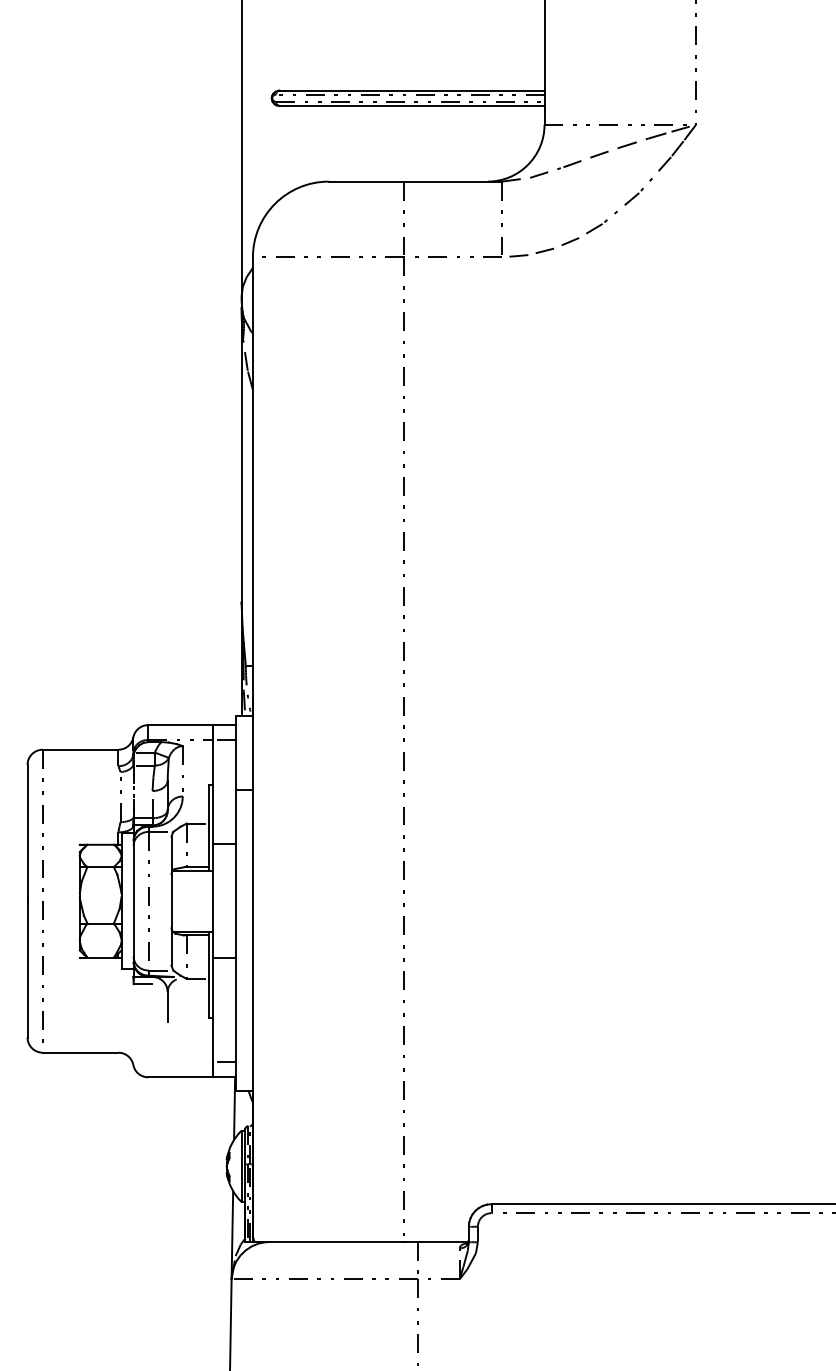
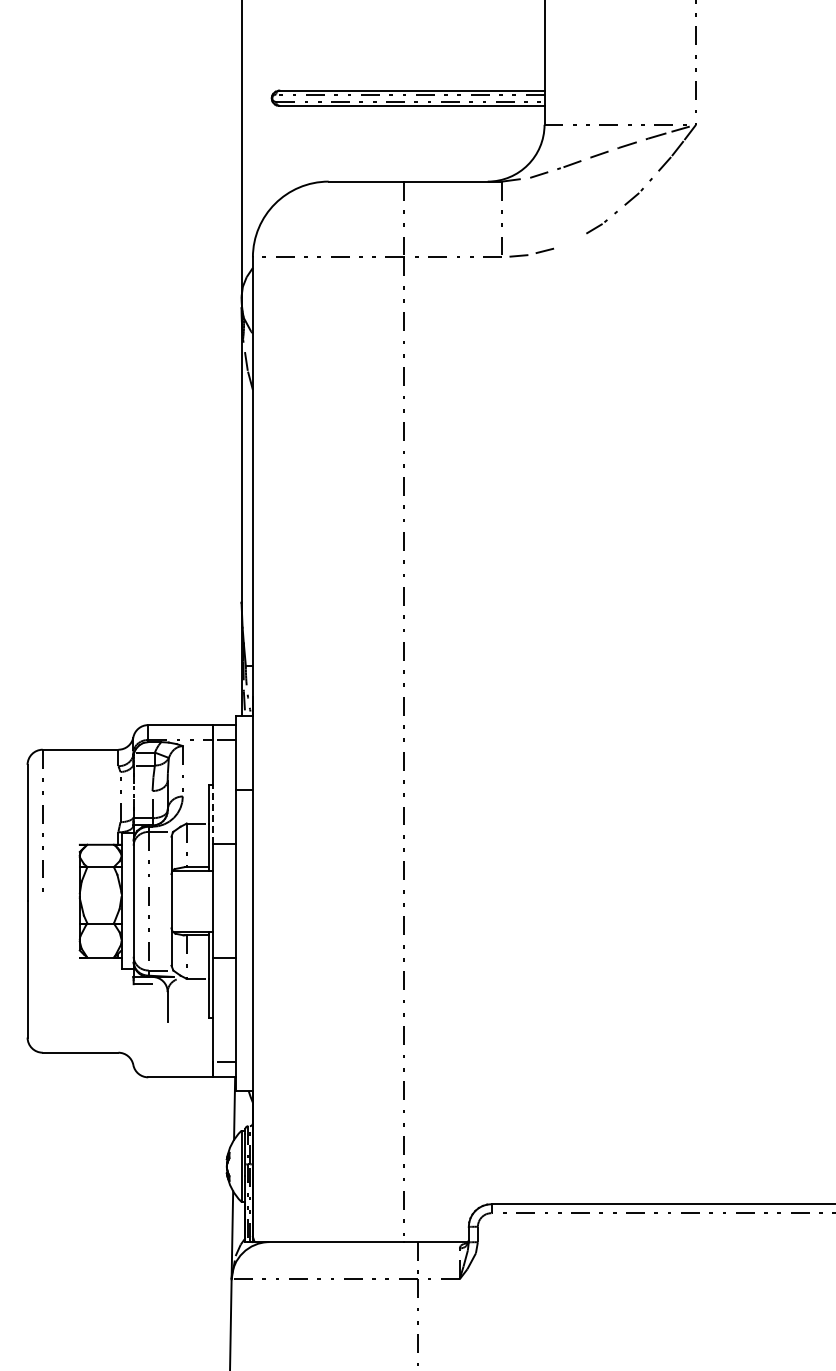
line at (570, 241): present -> none
line at (213, 814): solid -> dashed
line at (42, 971): present -> none
